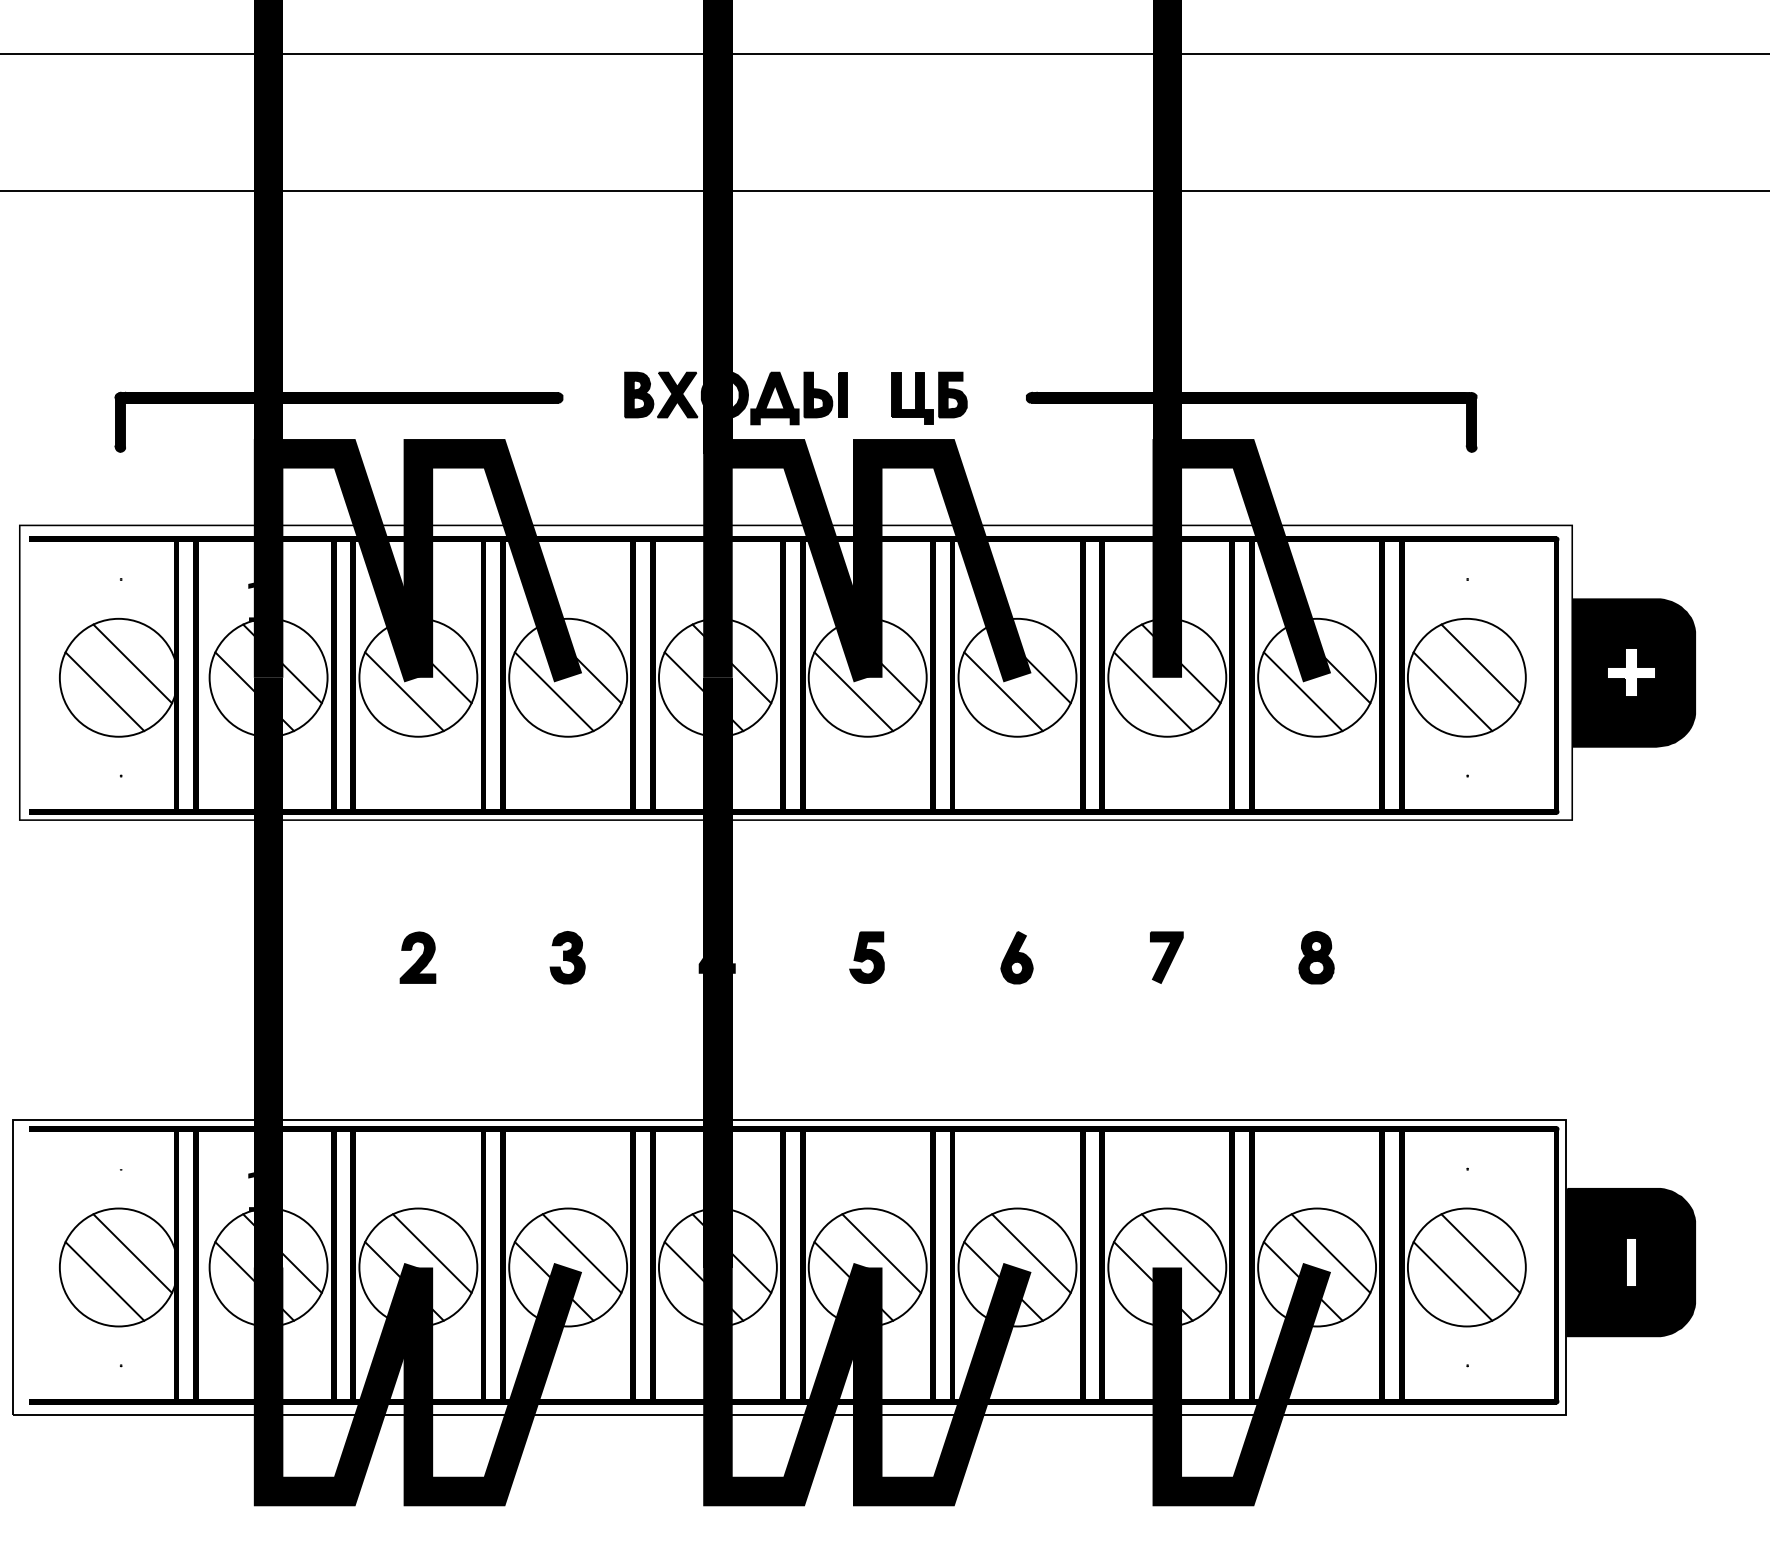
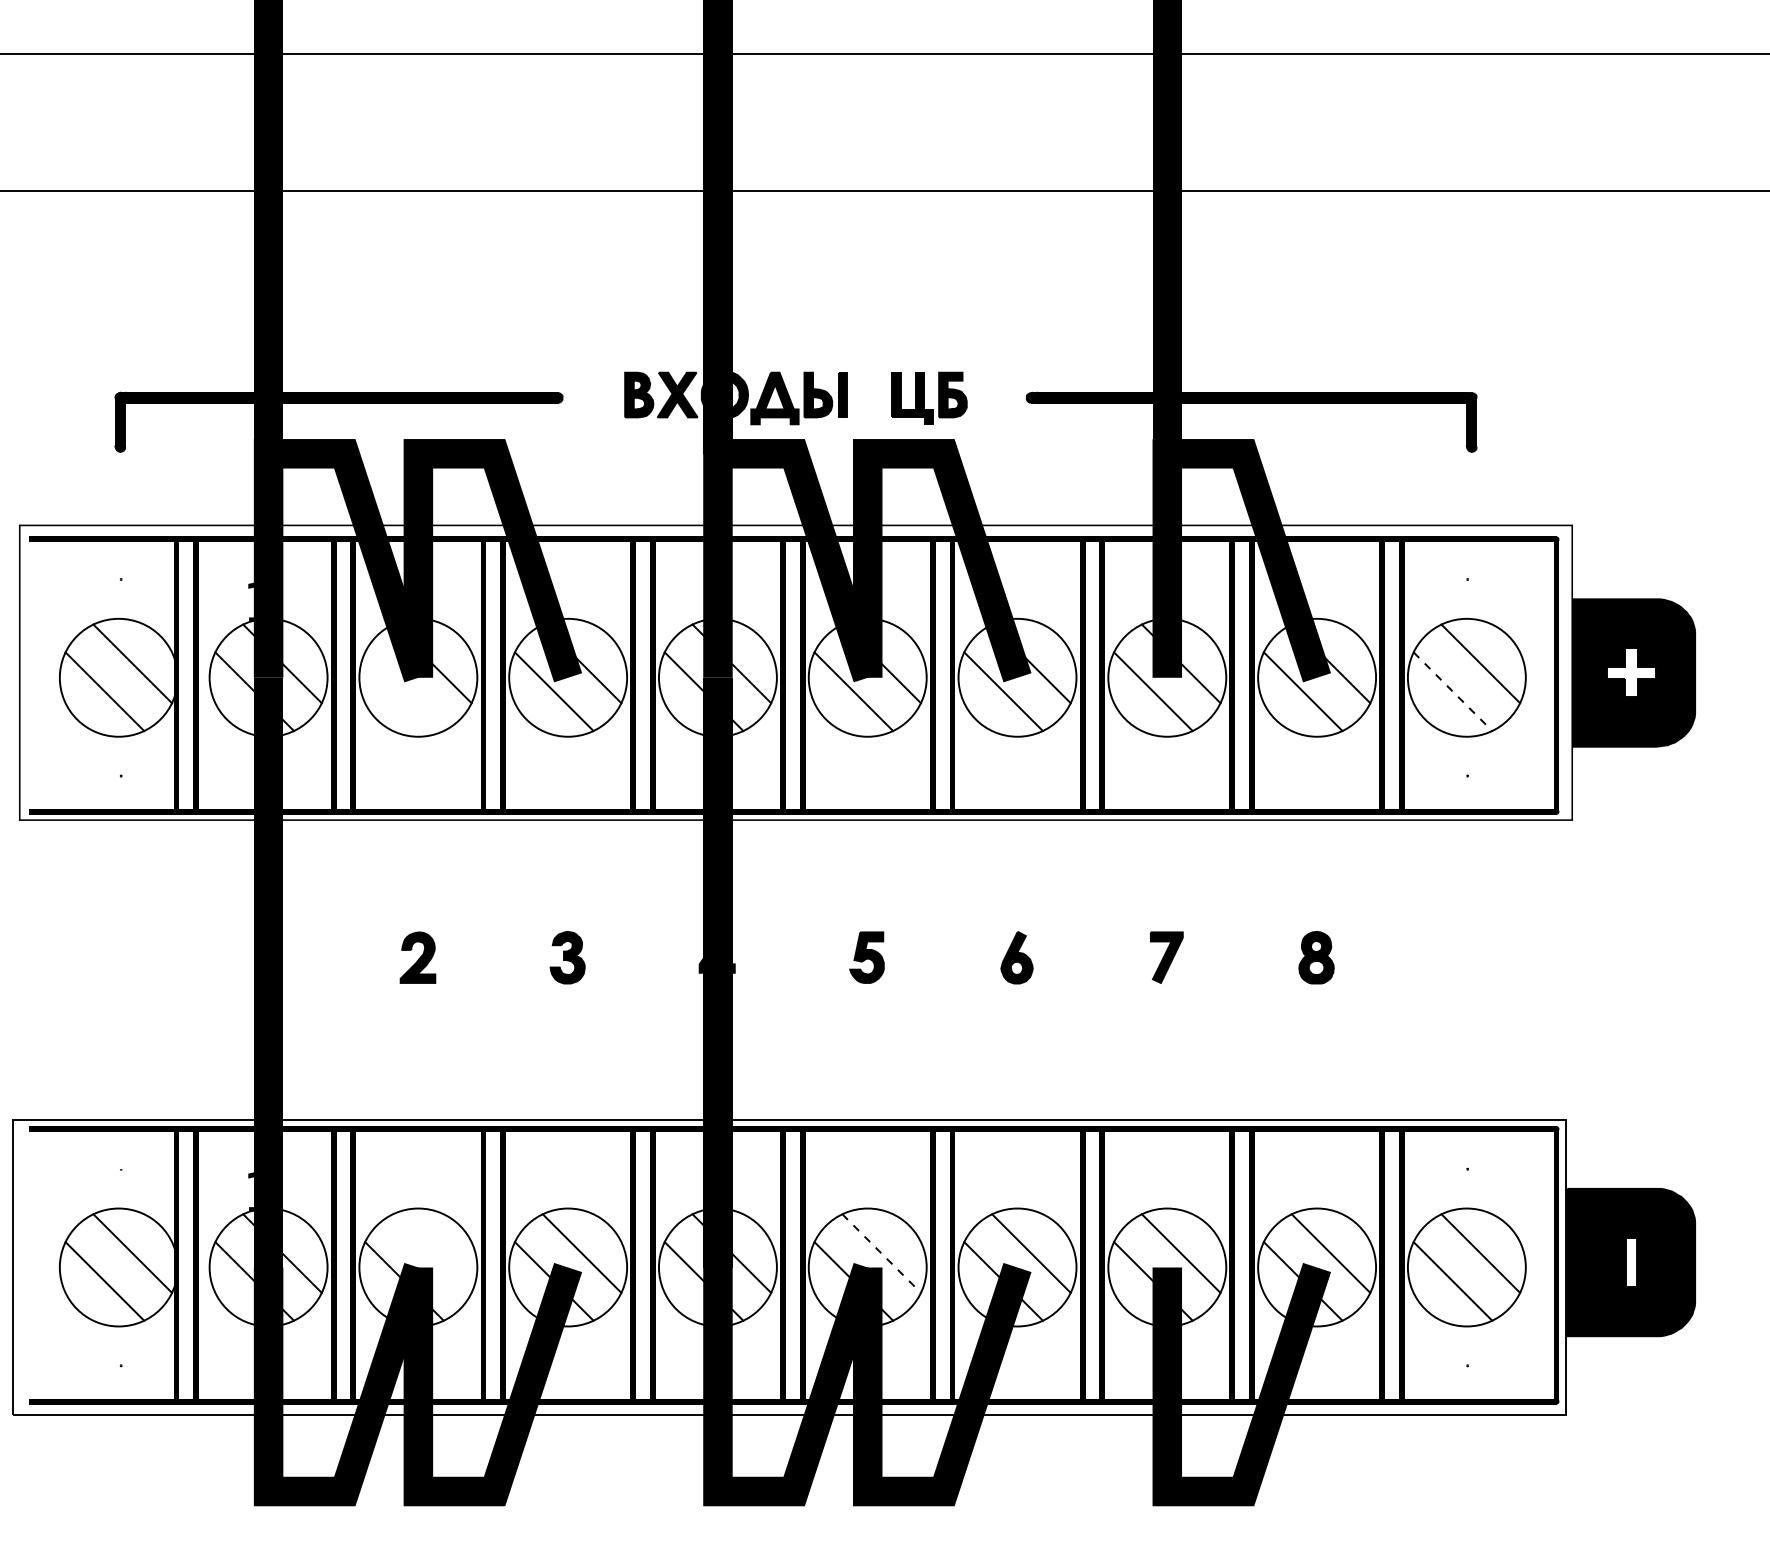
line at (404, 691): present -> none
line at (1452, 691): solid -> dashed
line at (431, 1253): present -> none
line at (881, 1253): solid -> dashed
